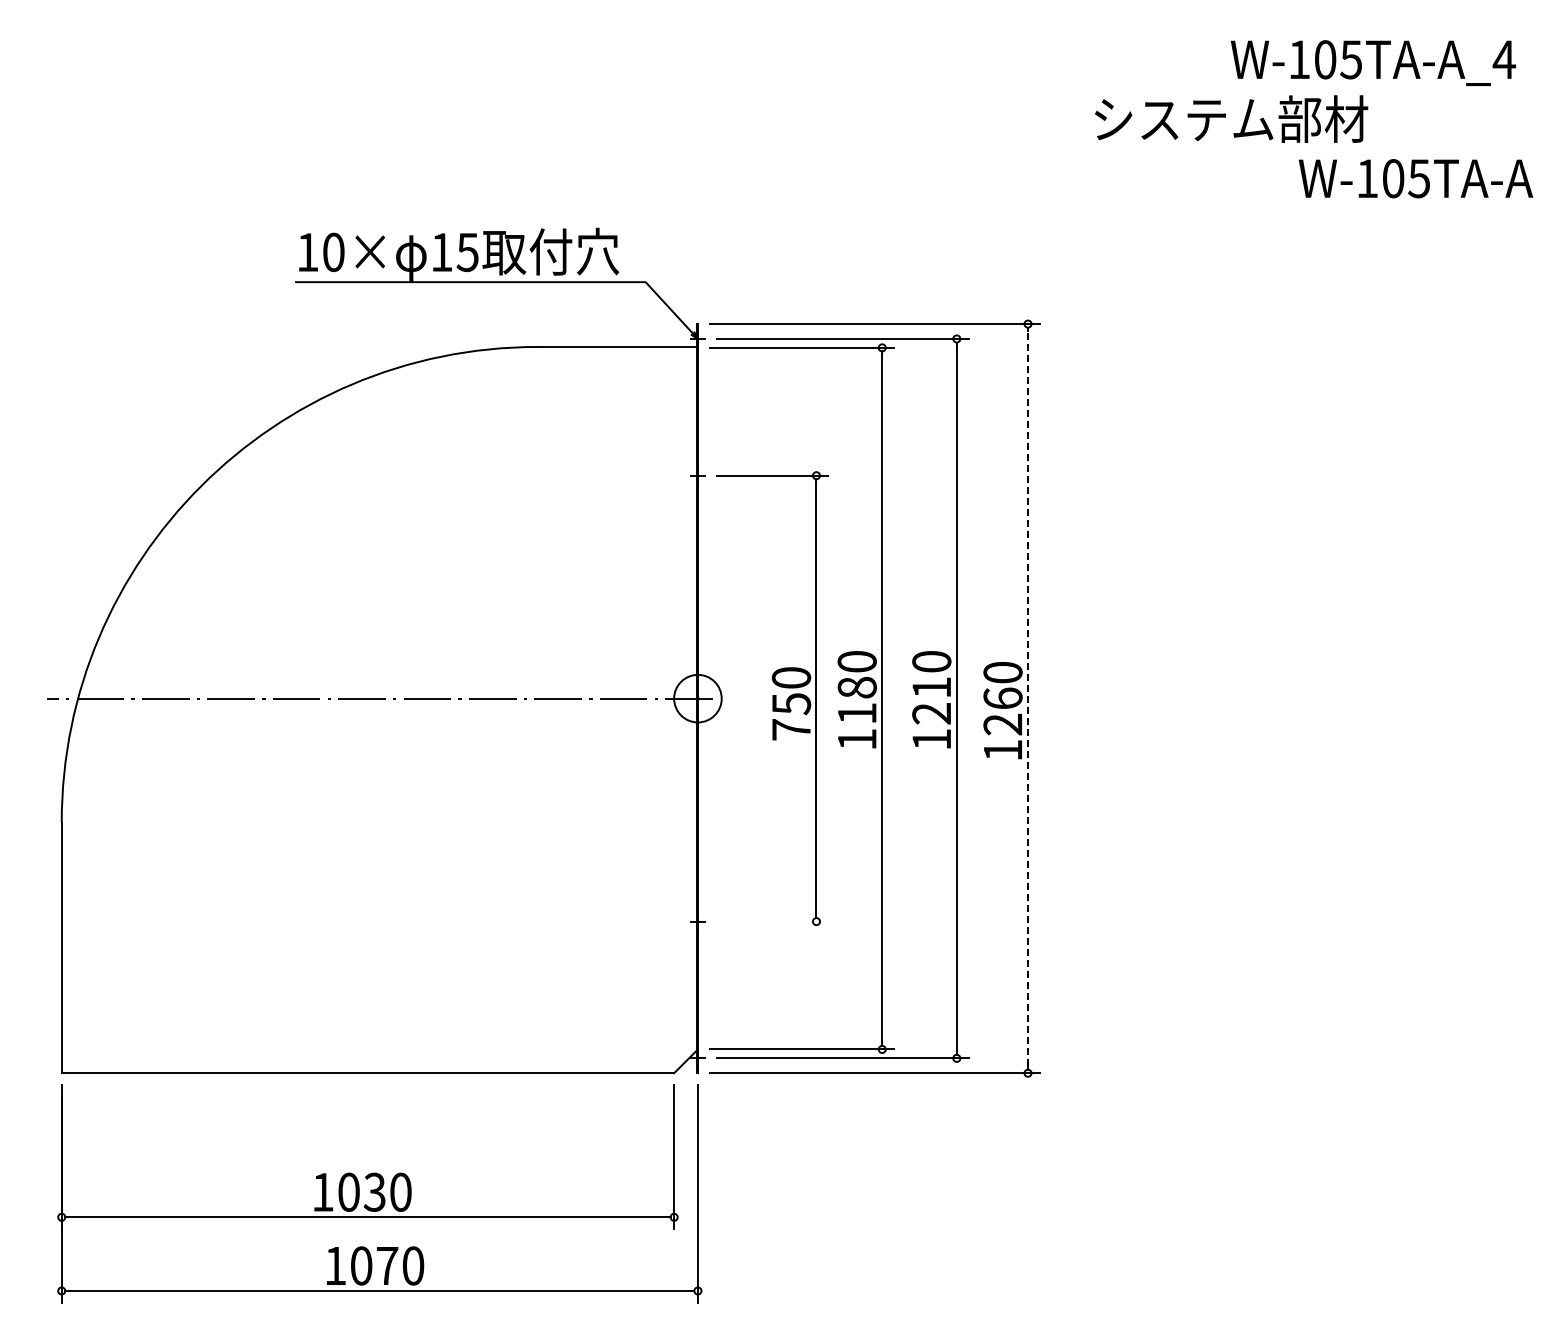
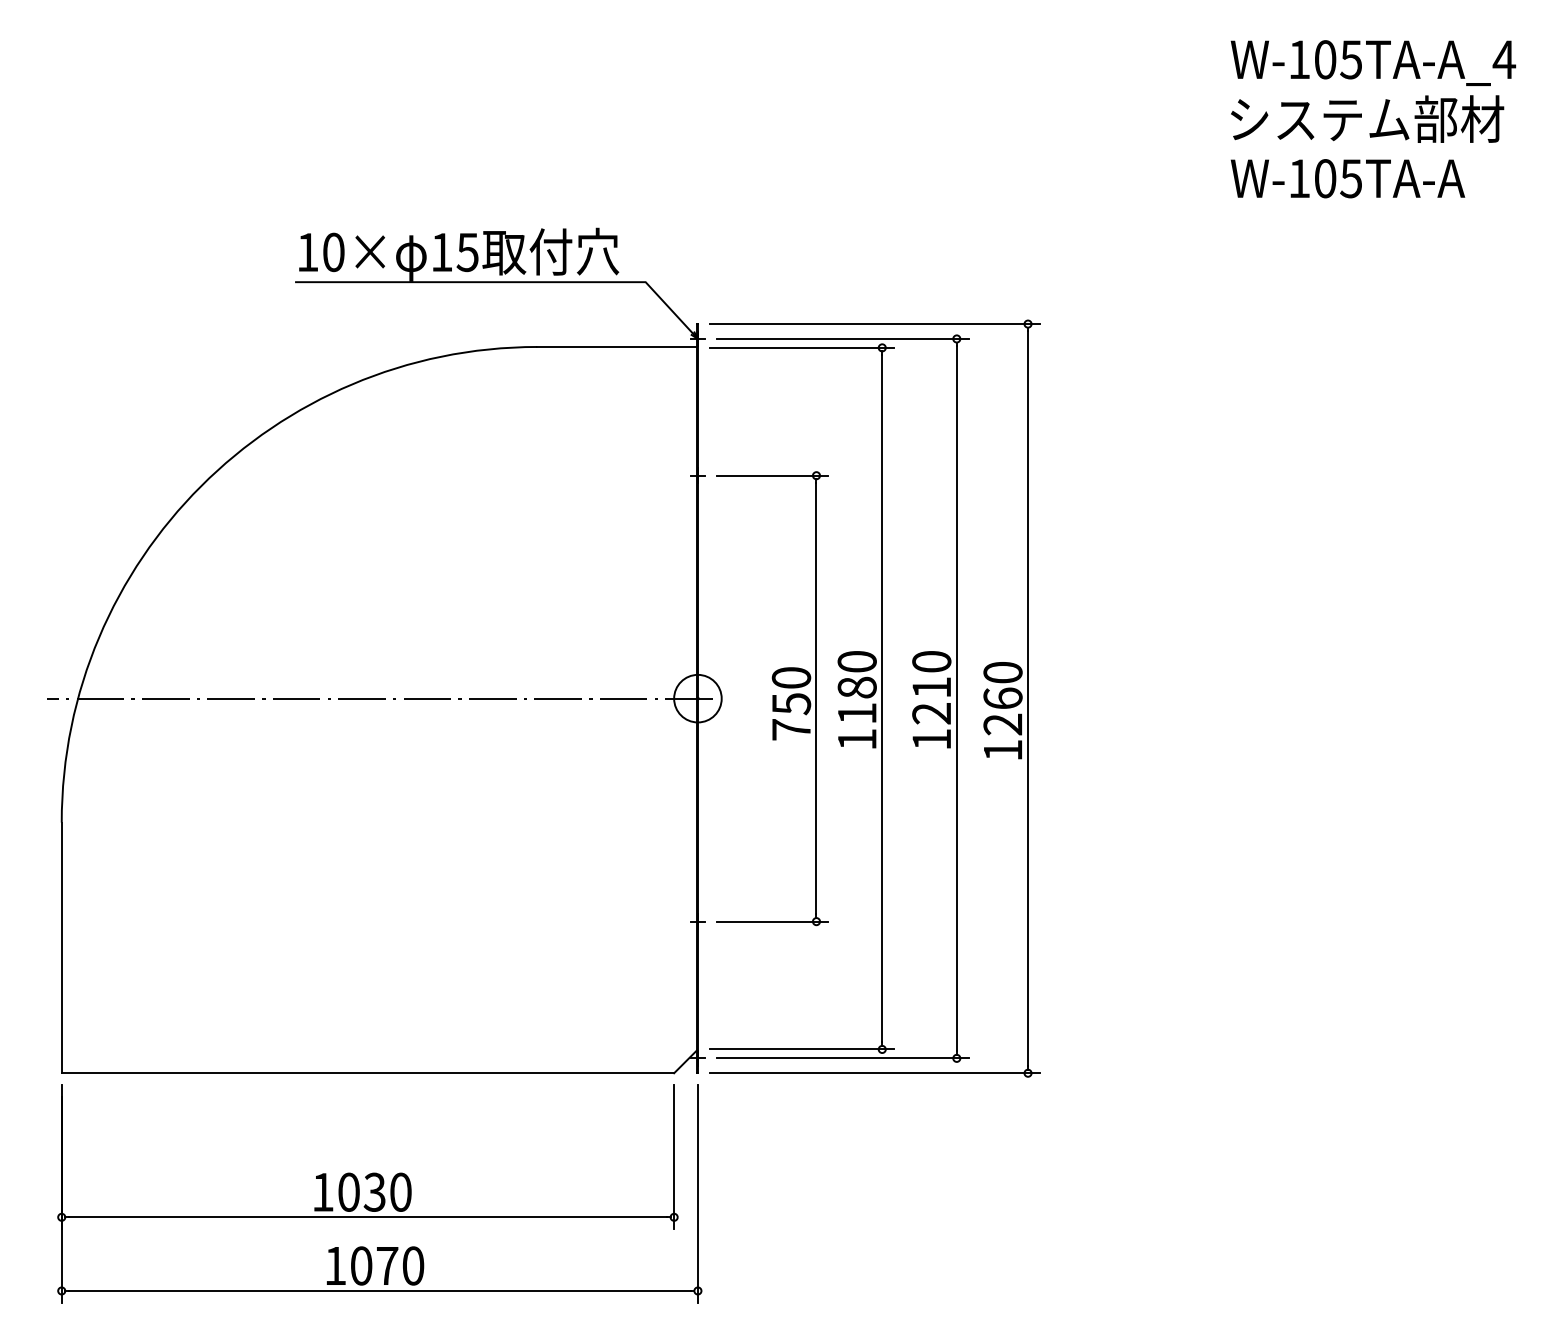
text at (1231, 118) position: (1231, 118) -> (1367, 118)
text at (1415, 178) position: (1415, 178) -> (1347, 178)
line at (1028, 698): dashed -> solid
line at (772, 921): none -> present
